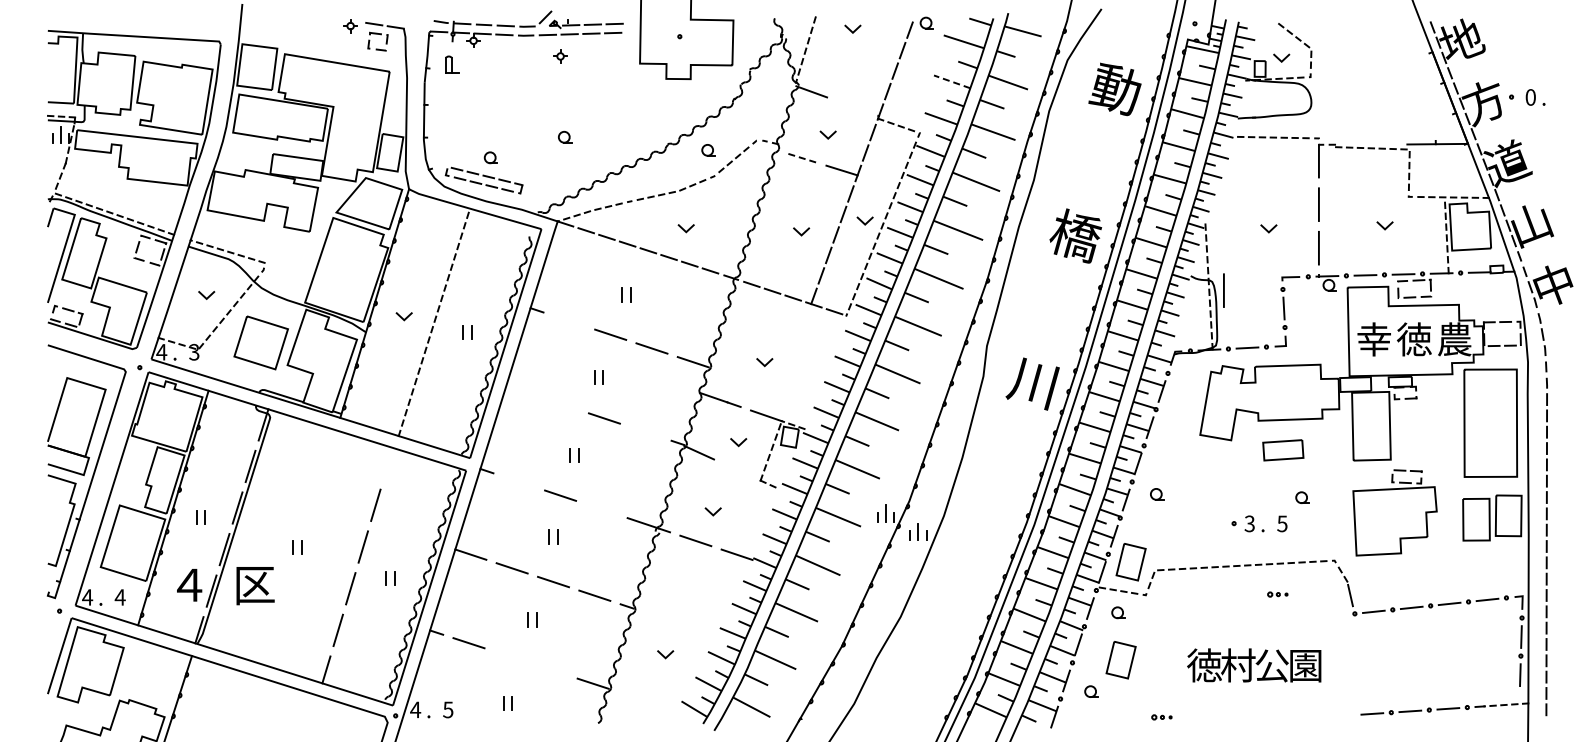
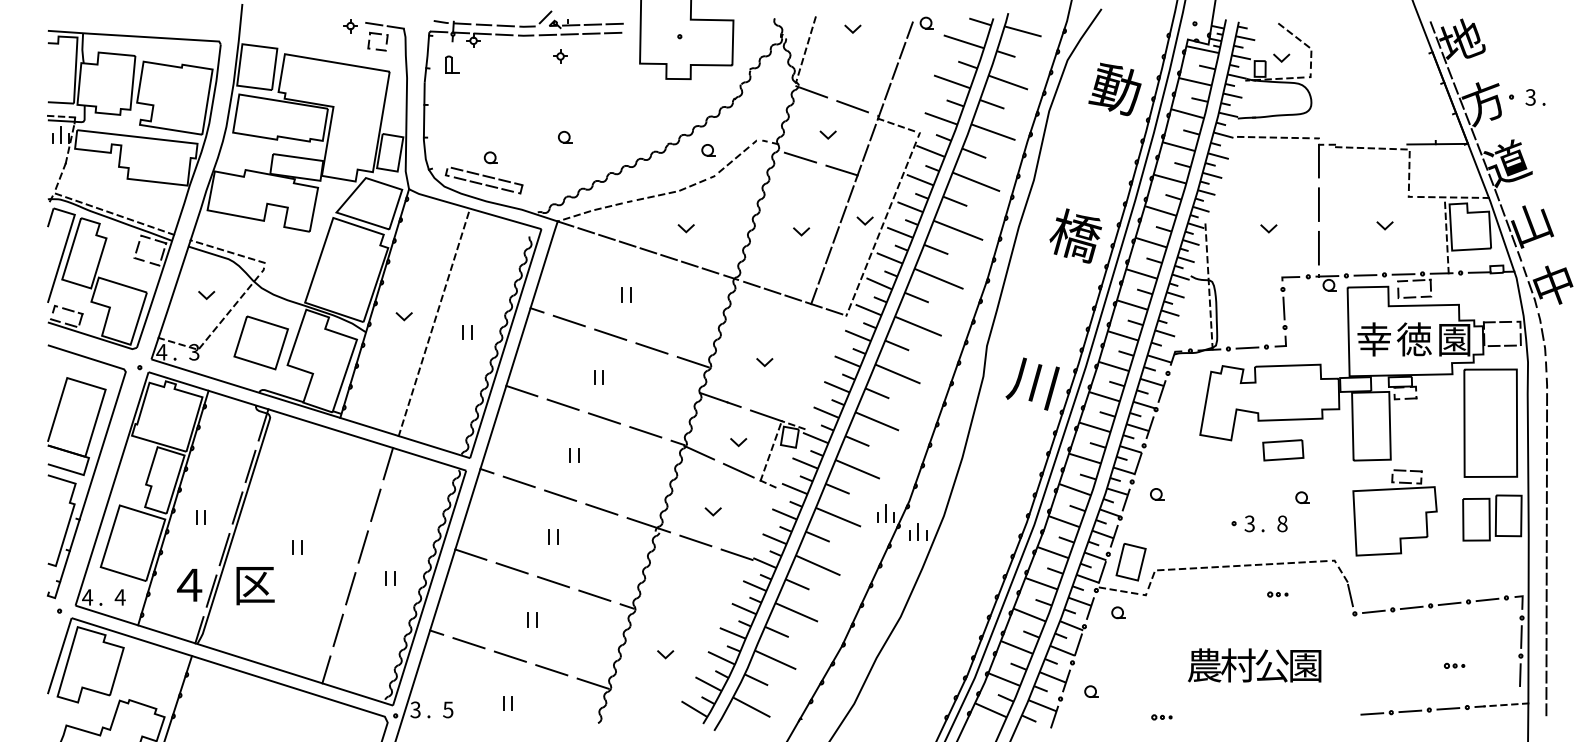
line at (951, 81): dashed -> solid
text at (1530, 97): 0 -> 3
line at (852, 106): none -> present
line at (800, 157): dashed -> solid
line at (1223, 290): present -> none
line at (568, 320): none -> present
text at (1454, 339): 農 -> 園
line at (521, 390): none -> present
line at (562, 404): none -> present
line at (645, 432): none -> present
line at (388, 463): none -> present
line at (738, 470): none -> present
line at (518, 481): none -> present
line at (601, 509): none -> present
text at (1282, 523): 5 -> 8
line at (509, 656): none -> present
part at (1120, 660): present -> none
text at (1204, 665): 徳 -> 農
part at (1454, 665): none -> present
line at (551, 670): none -> present
text at (415, 709): 4 -> 3
